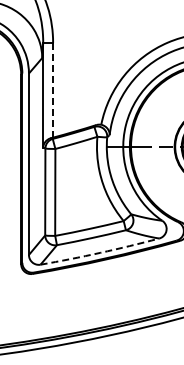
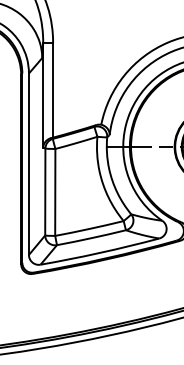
line at (53, 89): dashed -> solid
arc at (100, 252): dashed -> solid
